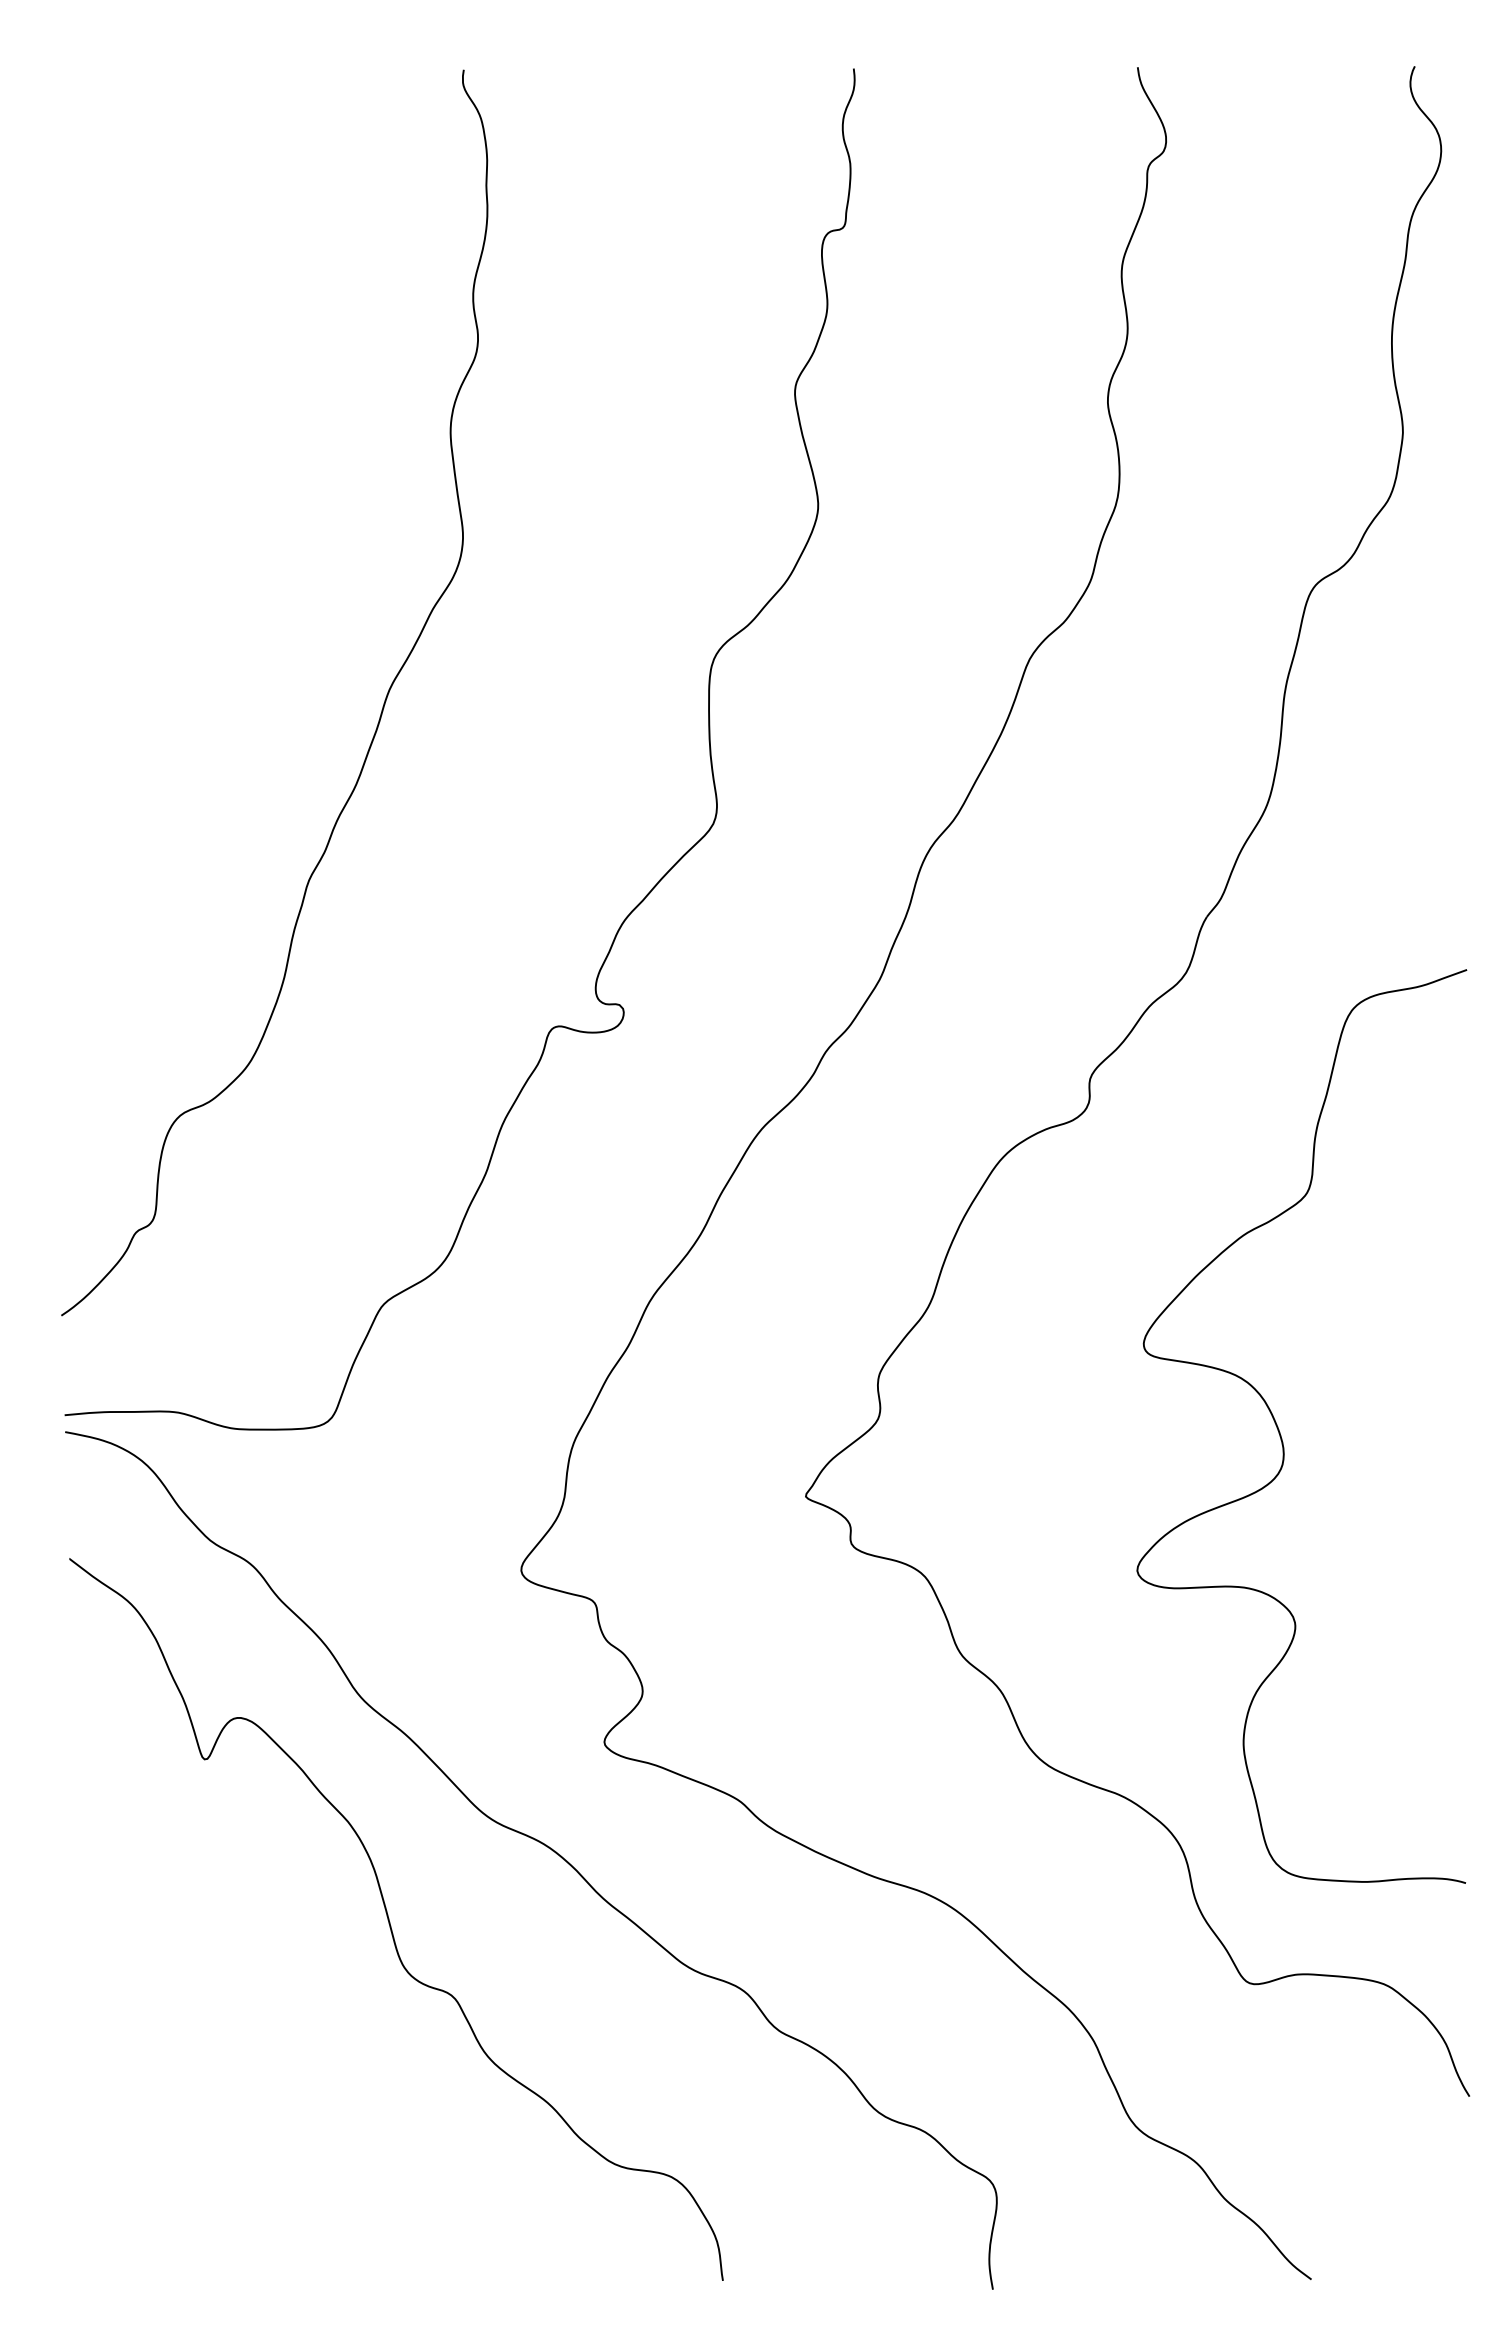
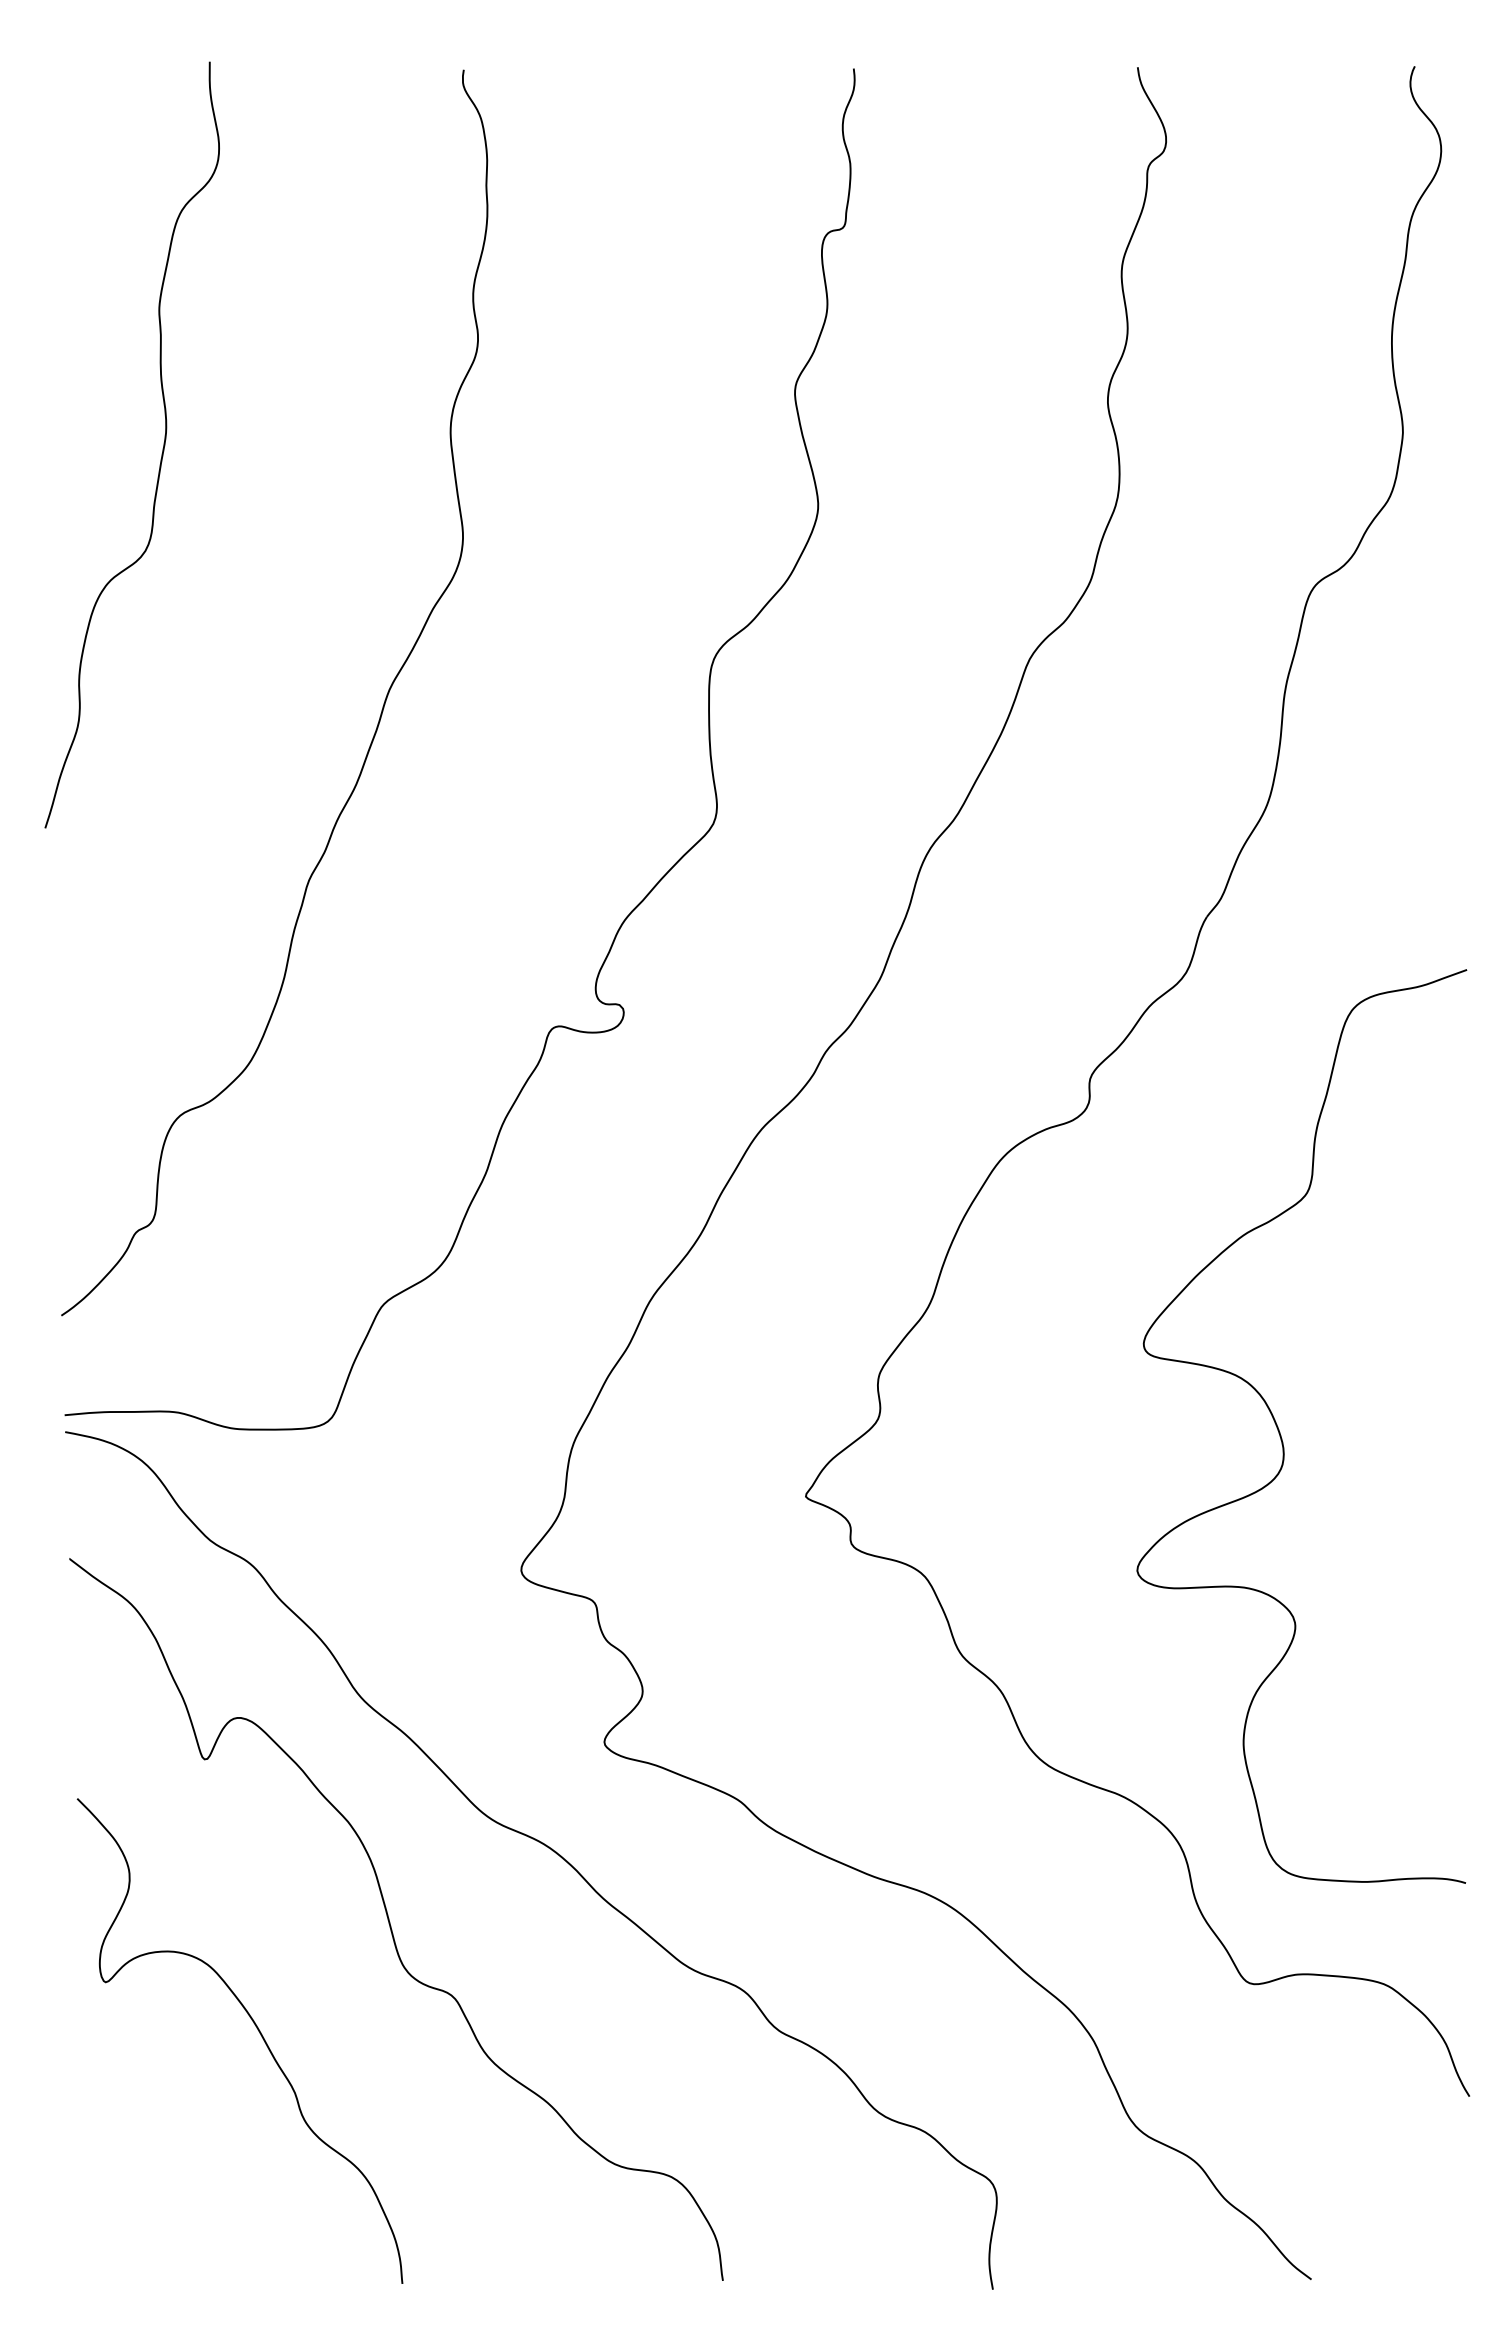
curve at (162, 448): none -> present
curve at (256, 2028): none -> present
